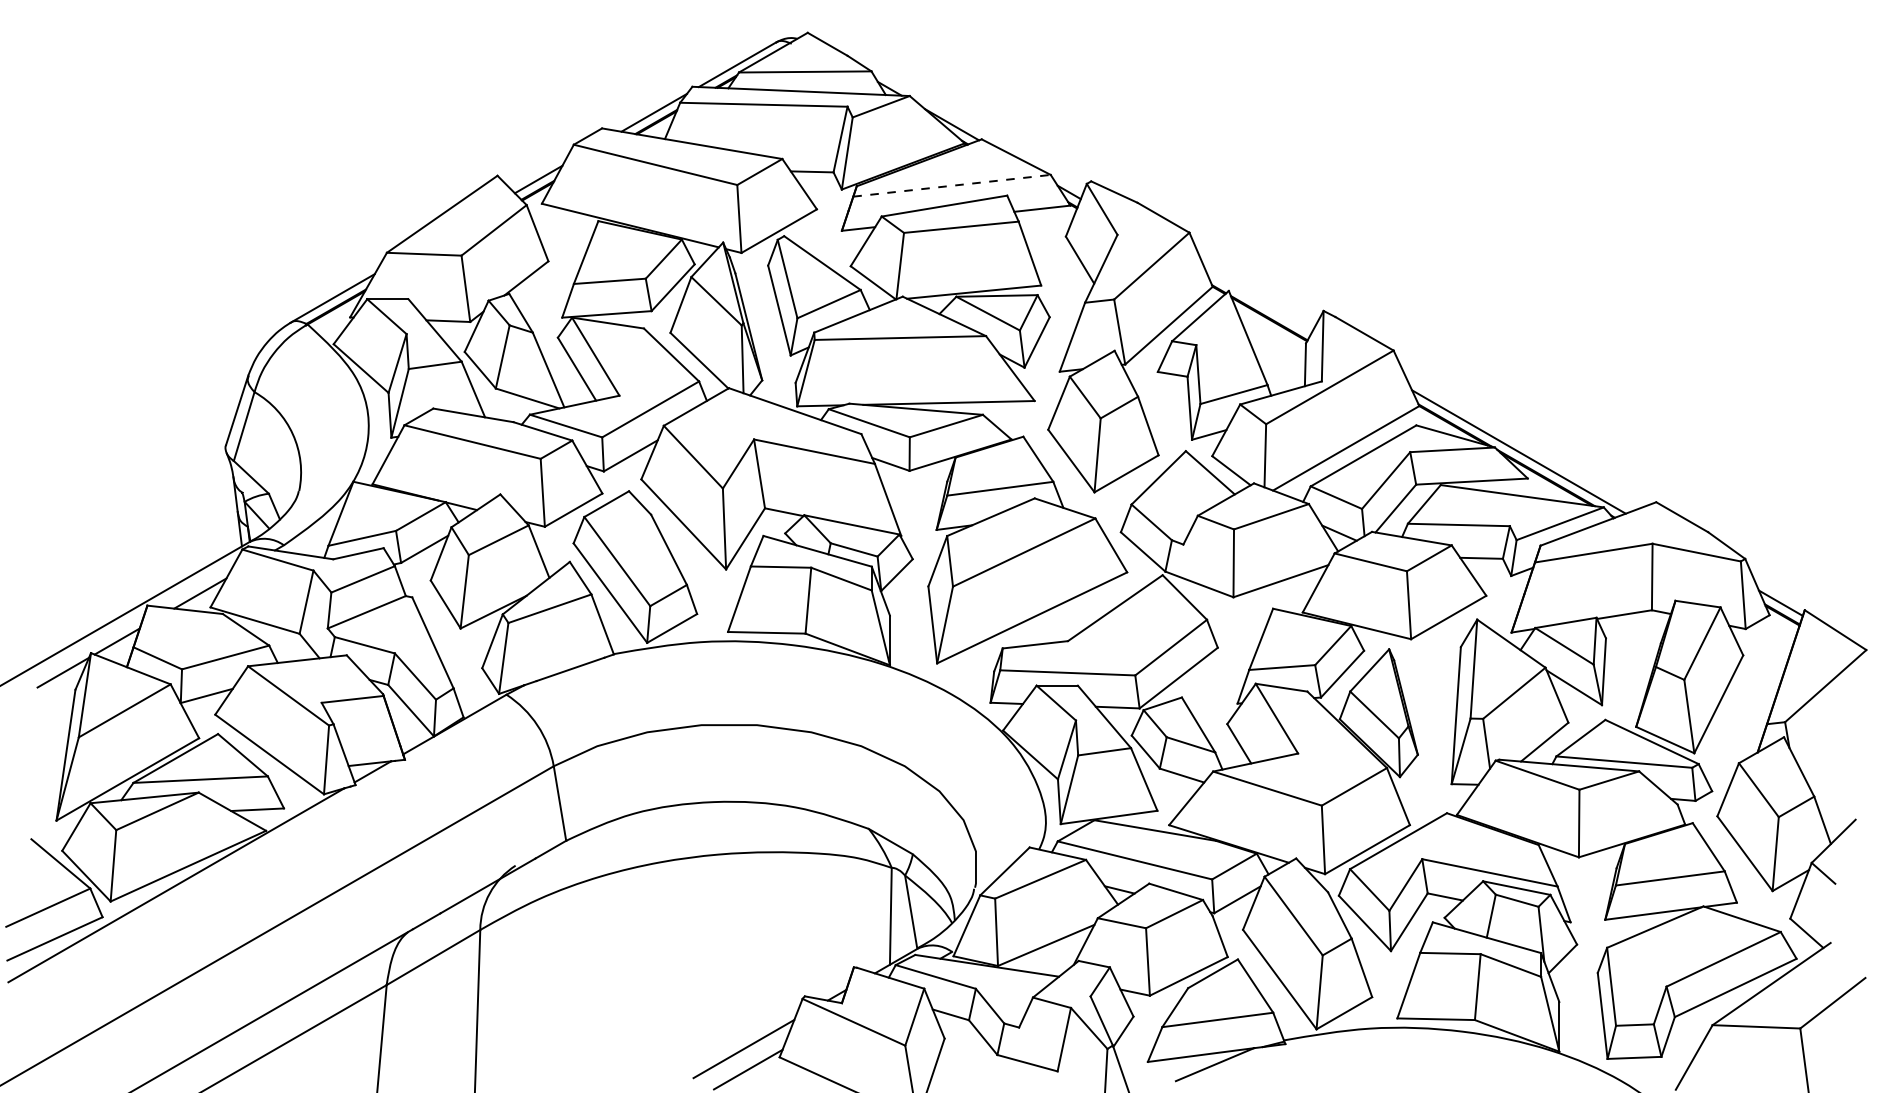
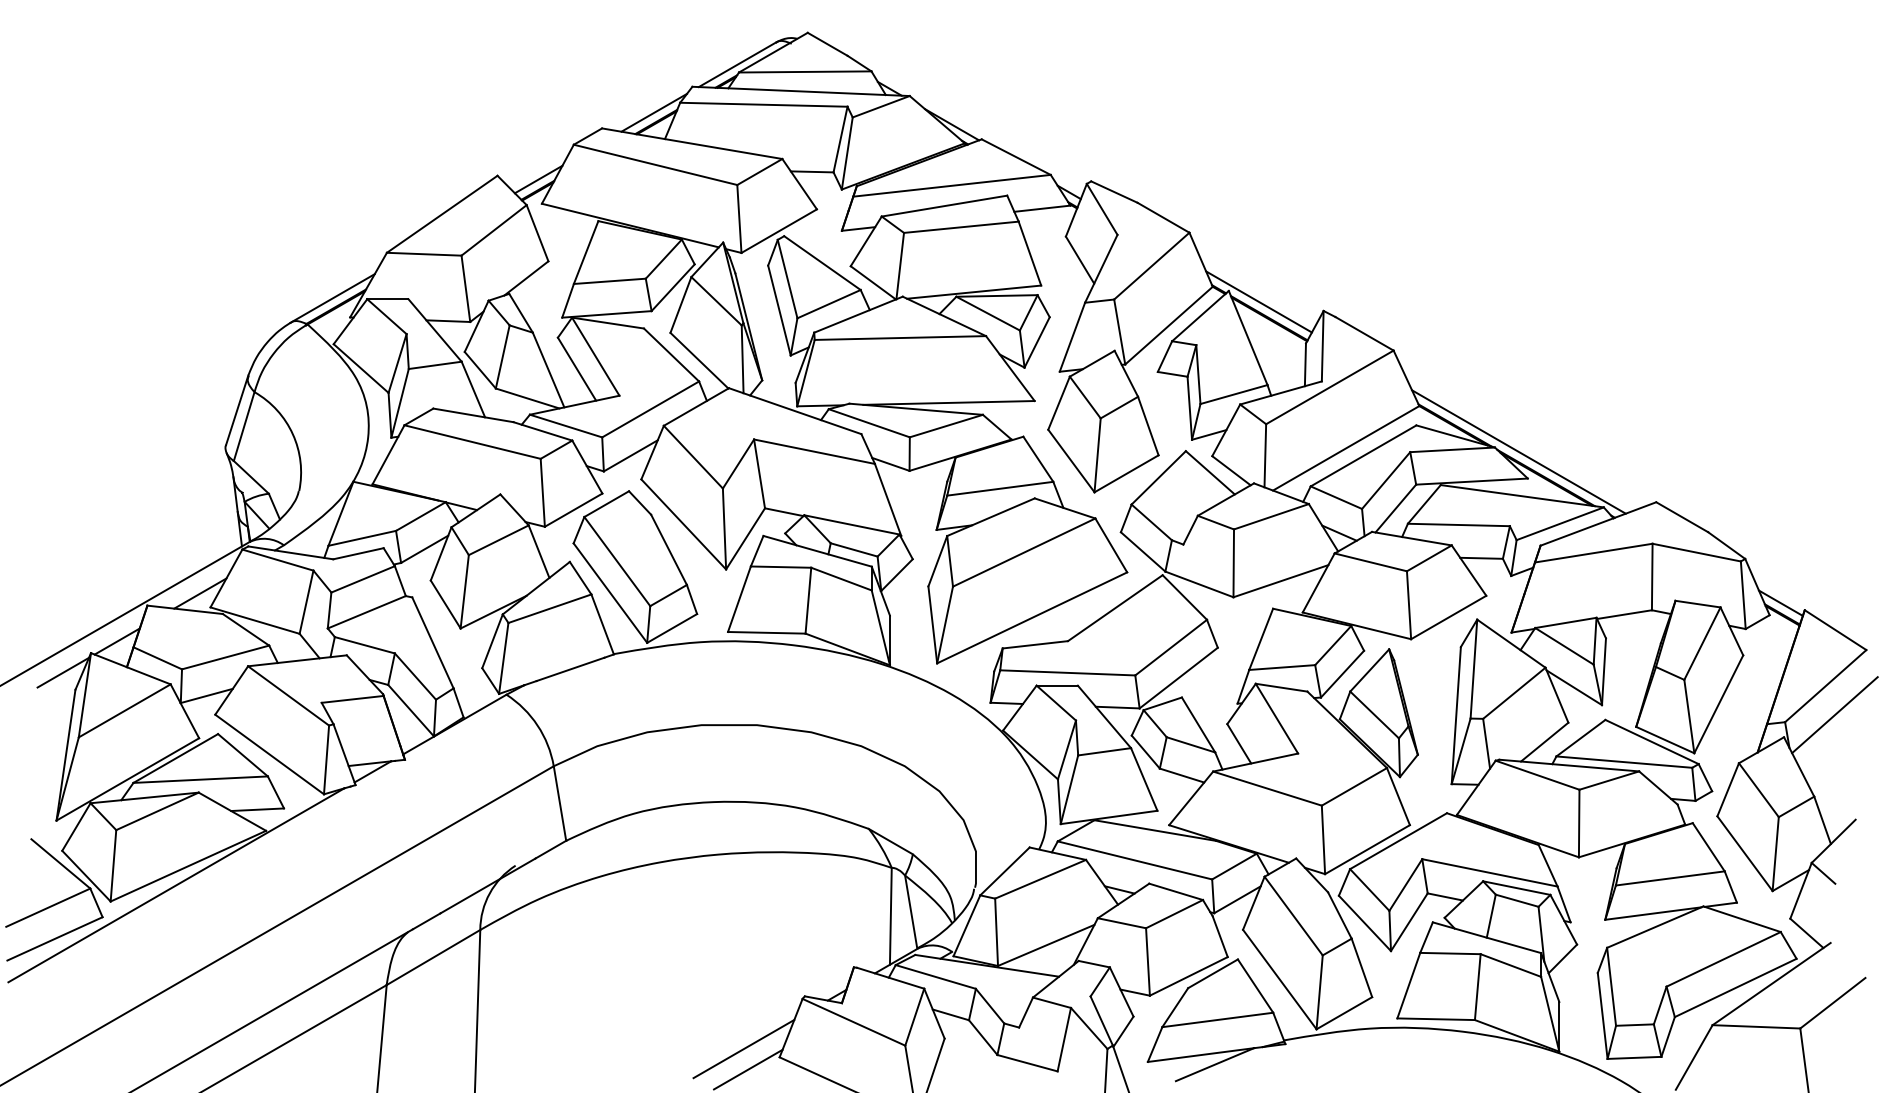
line at (952, 185): dashed -> solid
line at (1258, 301): none -> present
line at (1834, 715): none -> present
